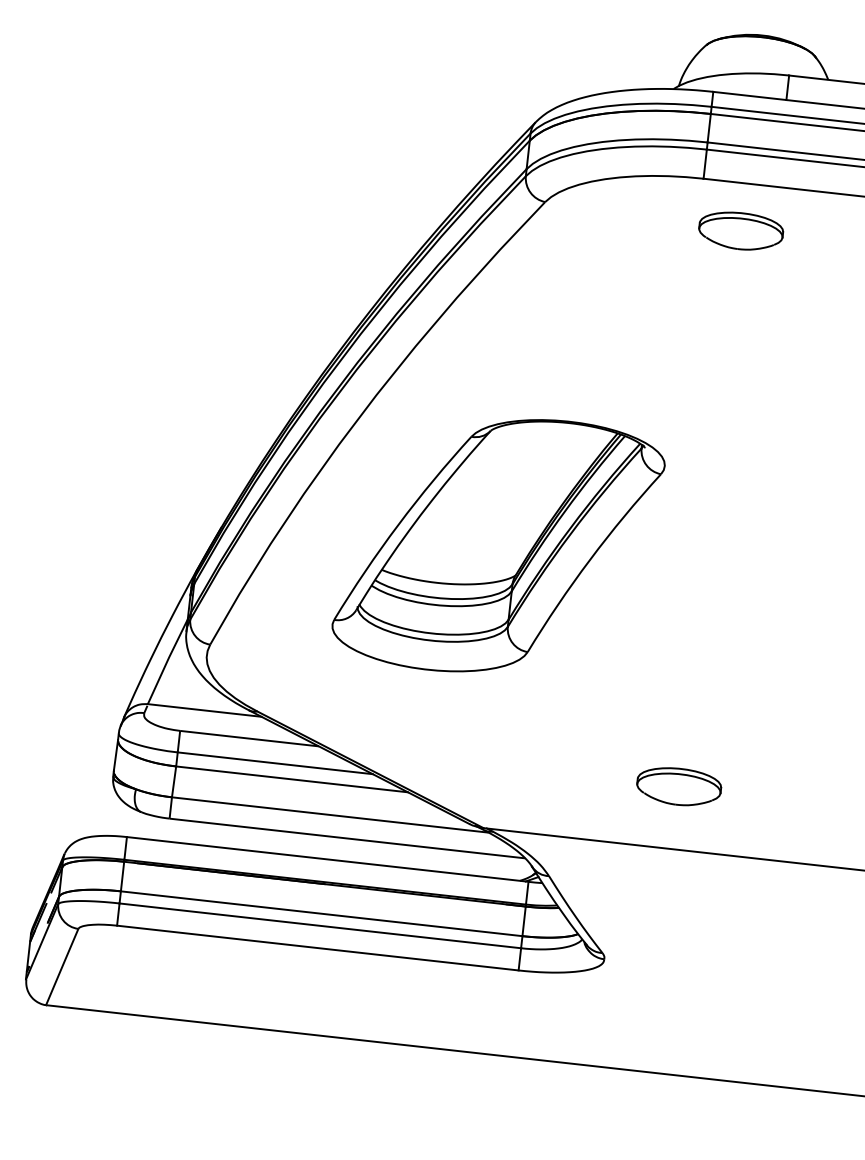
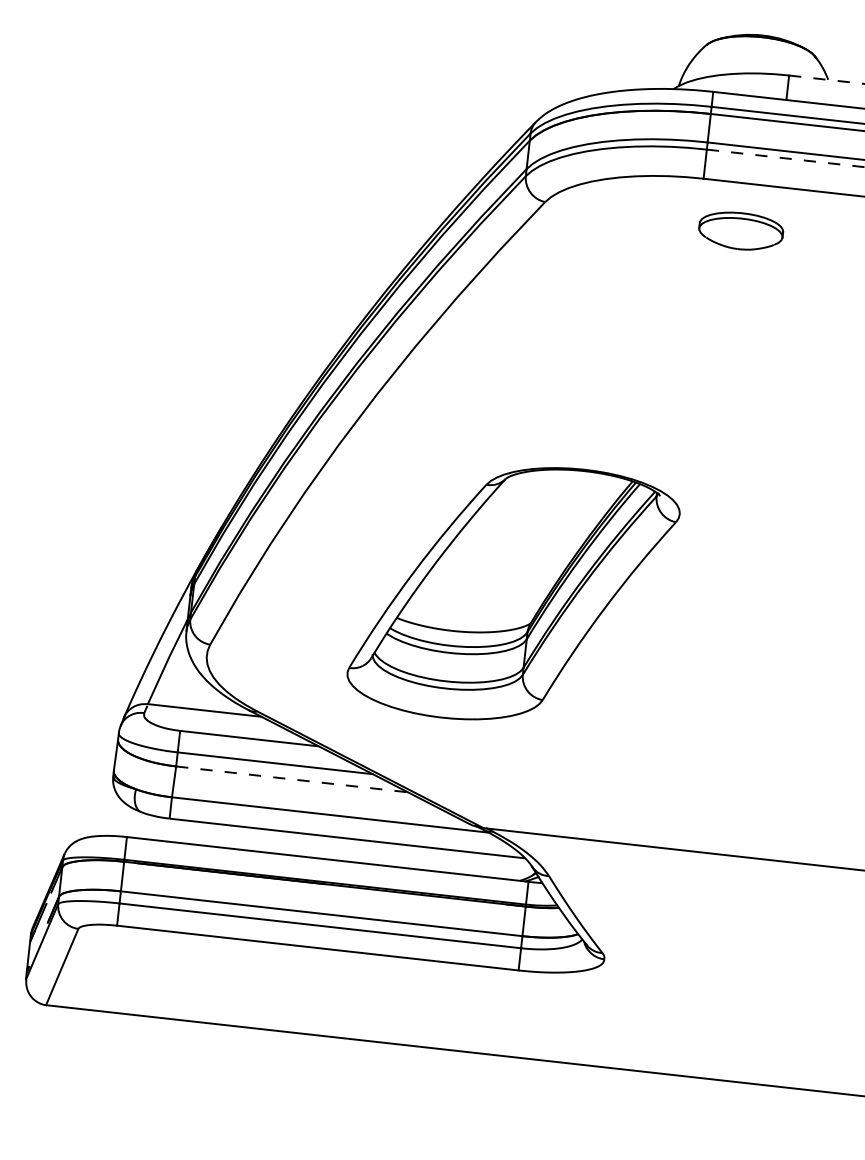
line at (826, 79): solid -> dashed
line at (786, 158): solid -> dashed
part at (498, 545) position: (498, 545) -> (513, 593)
line at (292, 779): solid -> dashed
part at (679, 786): present -> none
